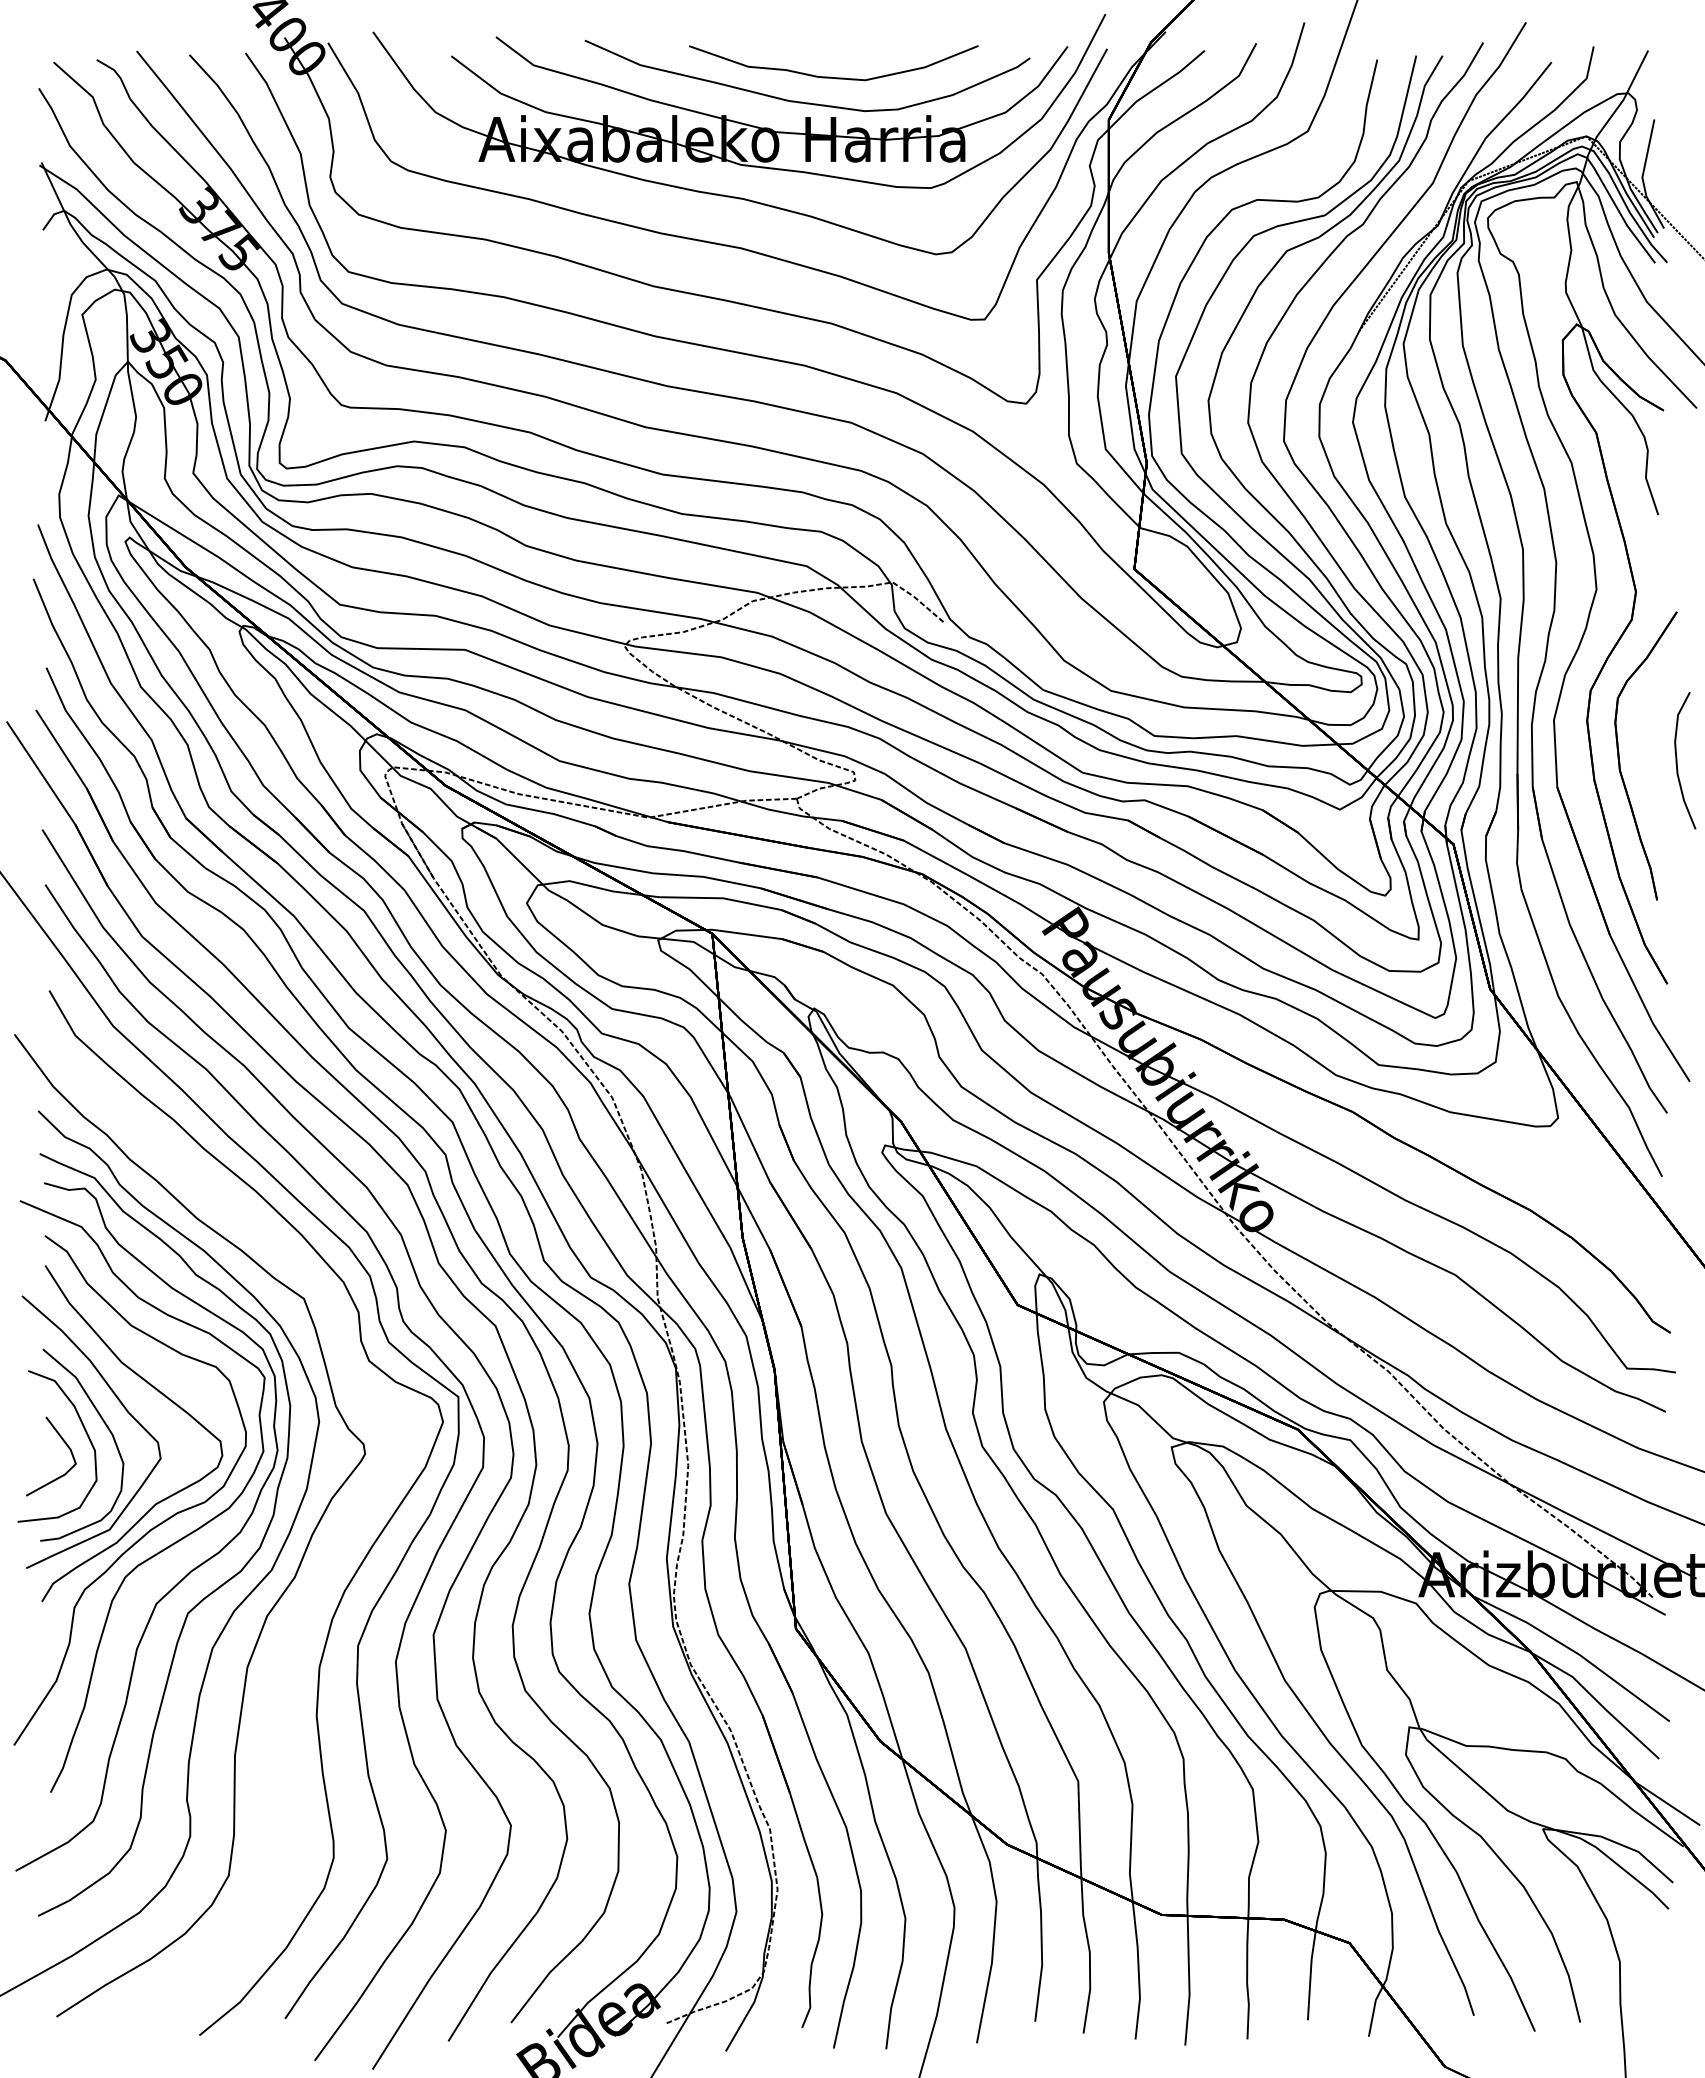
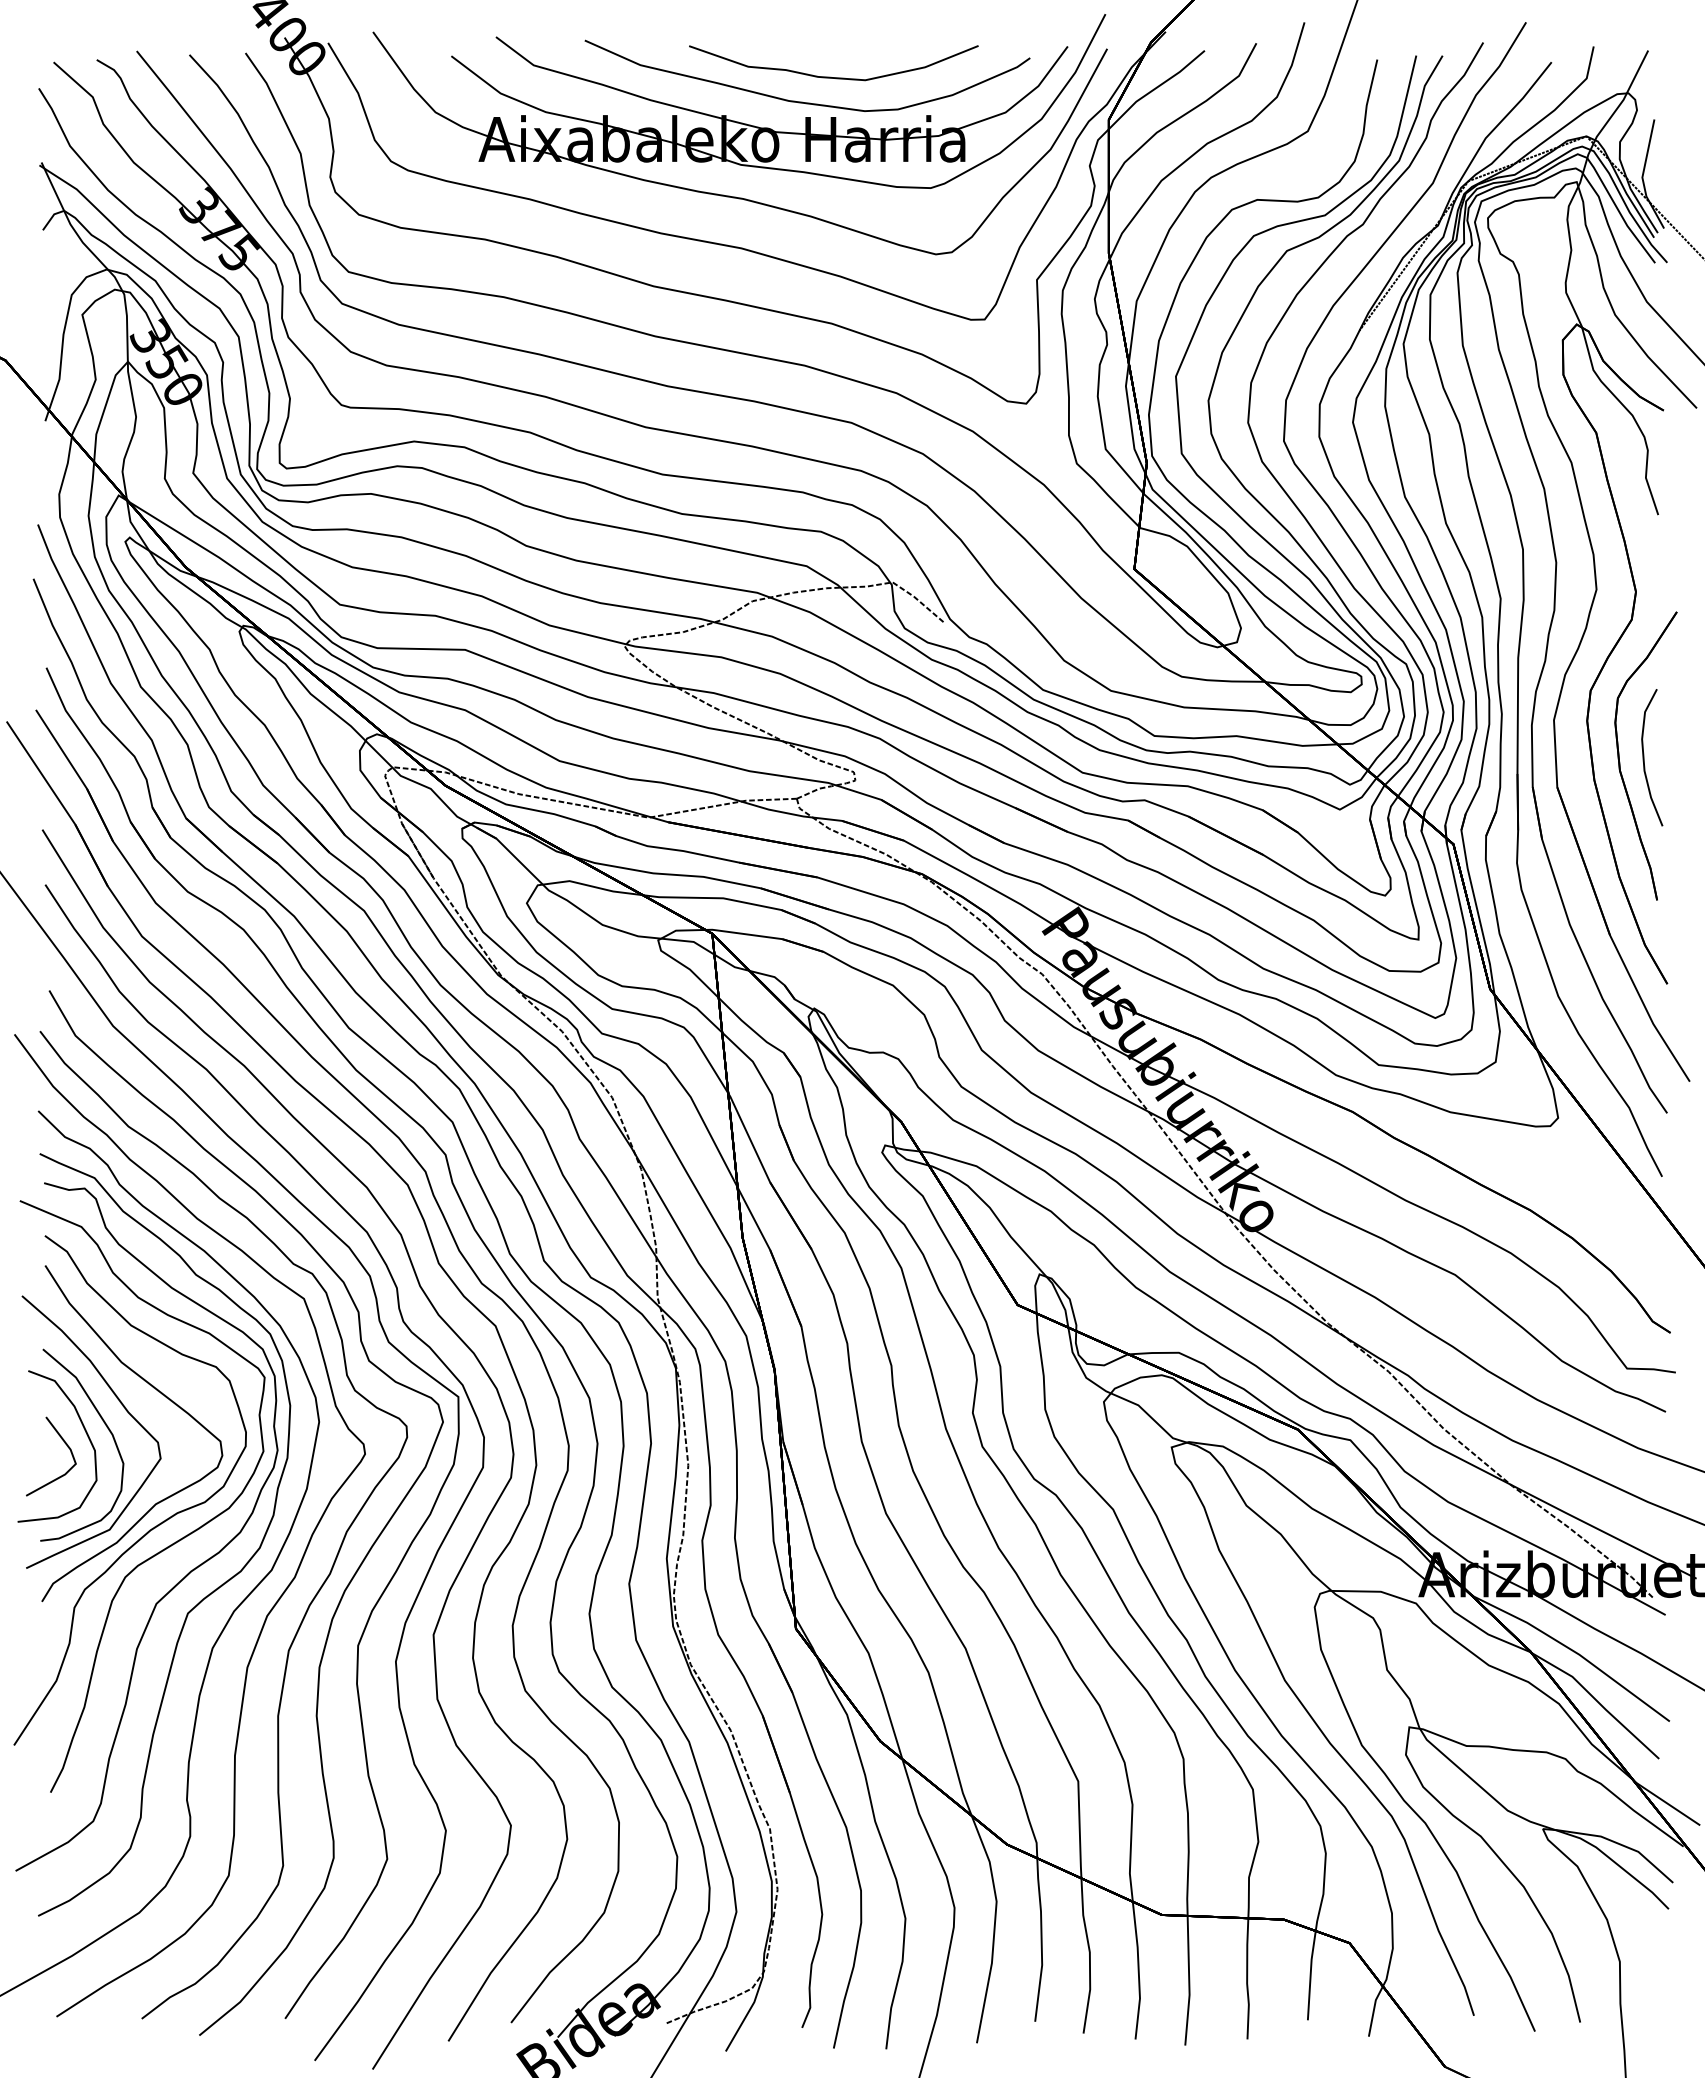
curve at (1677, 760) position: (1677, 760) -> (1644, 757)
part at (318, 1589): none -> present
